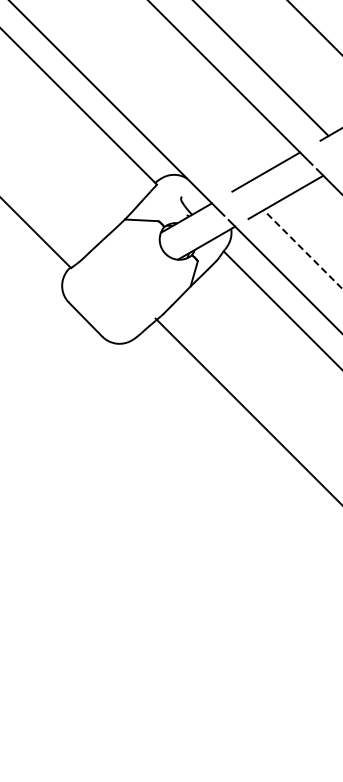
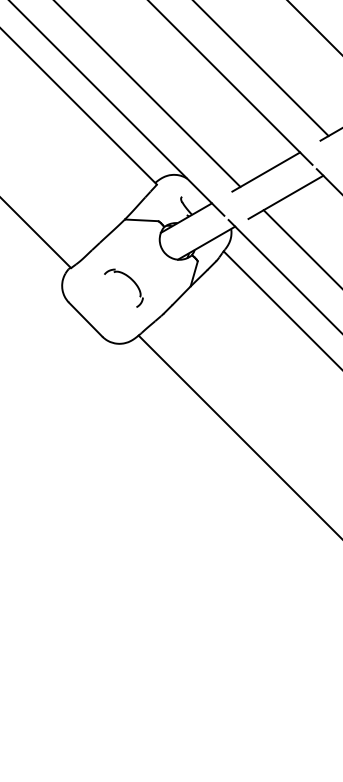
line at (147, 94): none -> present
line at (303, 249): dashed -> solid
part at (130, 279): none -> present
line at (247, 410) position: (247, 410) -> (238, 435)
